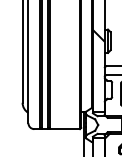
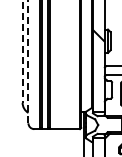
line at (22, 52): solid -> dashed
line at (28, 61): solid -> dashed
